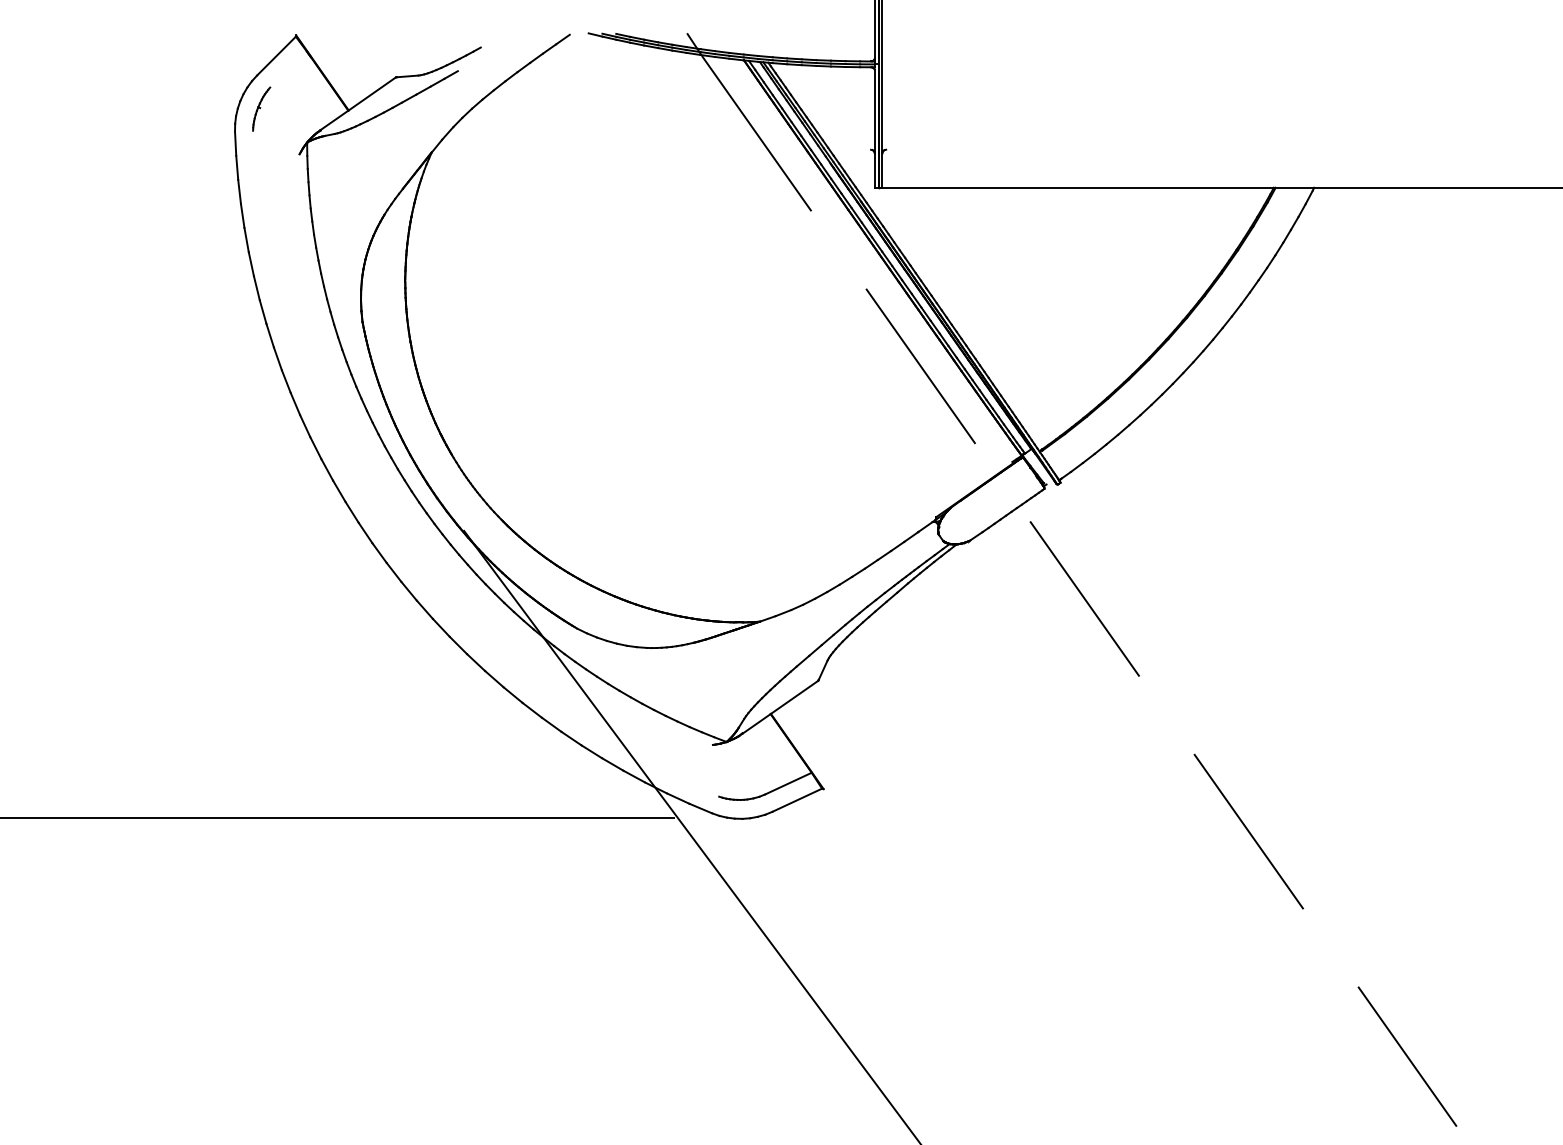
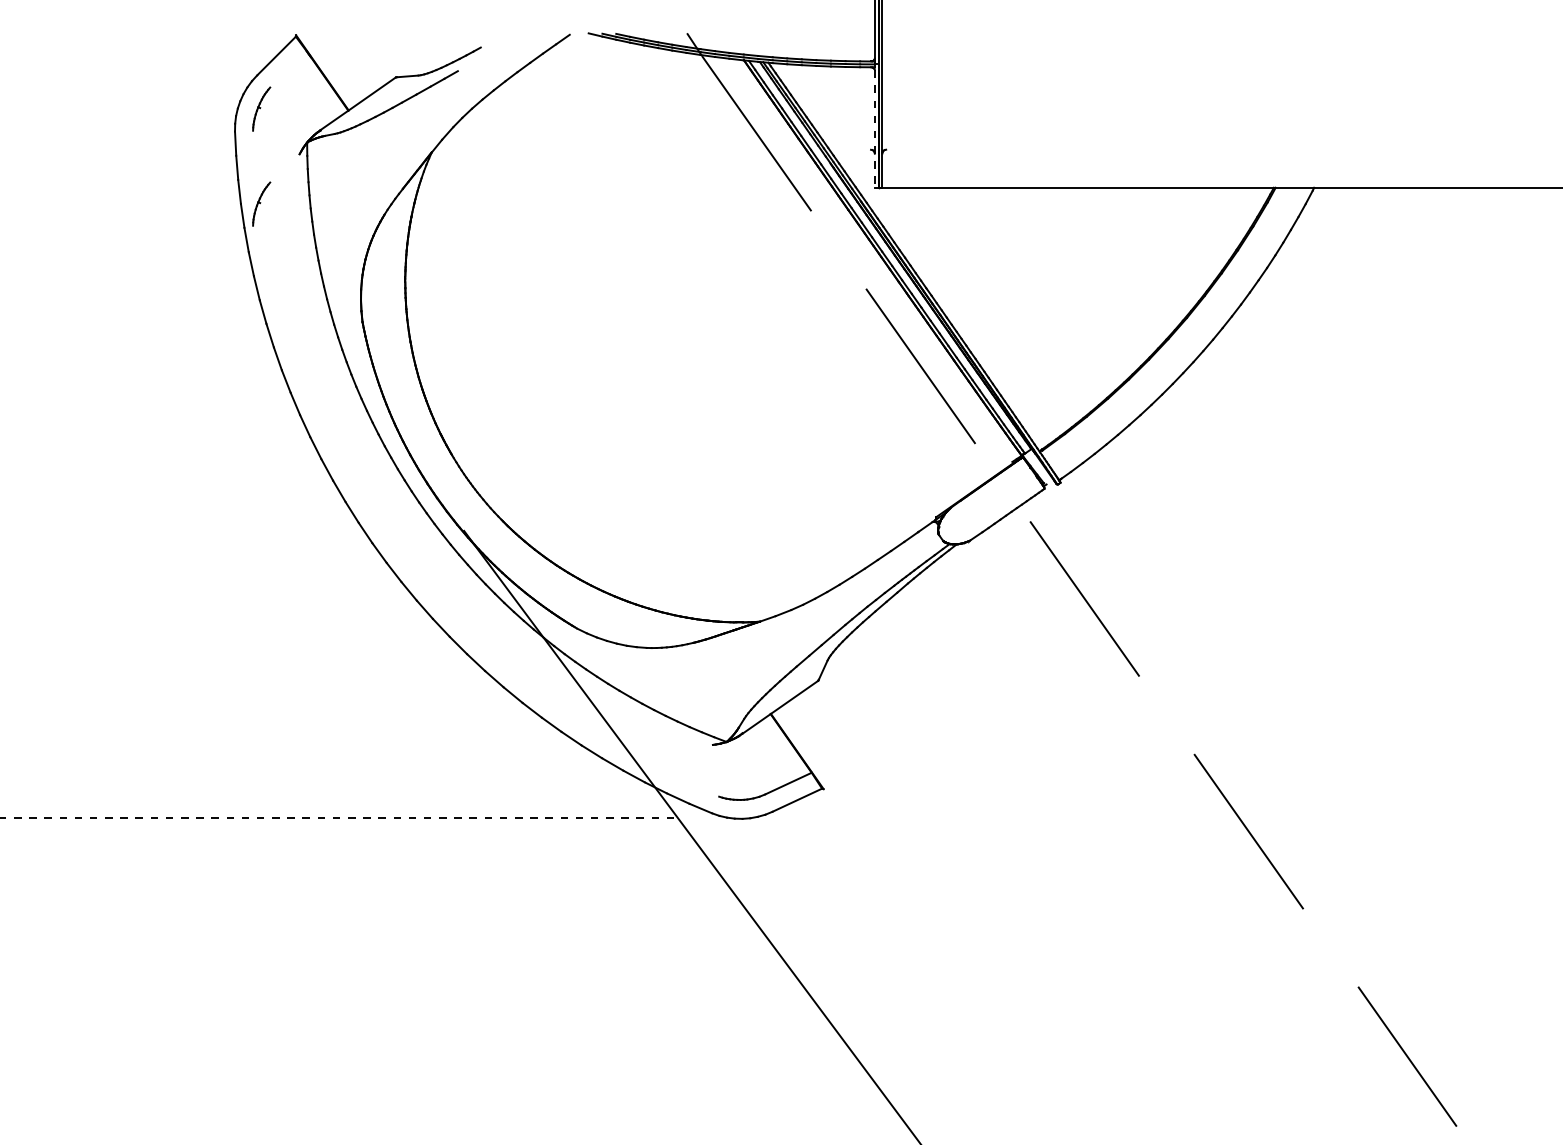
line at (874, 128): solid -> dashed
part at (261, 203): none -> present
line at (337, 818): solid -> dashed
